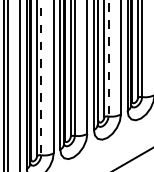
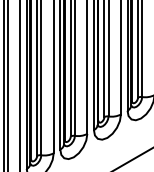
line at (108, 58): dashed -> solid
line at (41, 78): dashed -> solid
